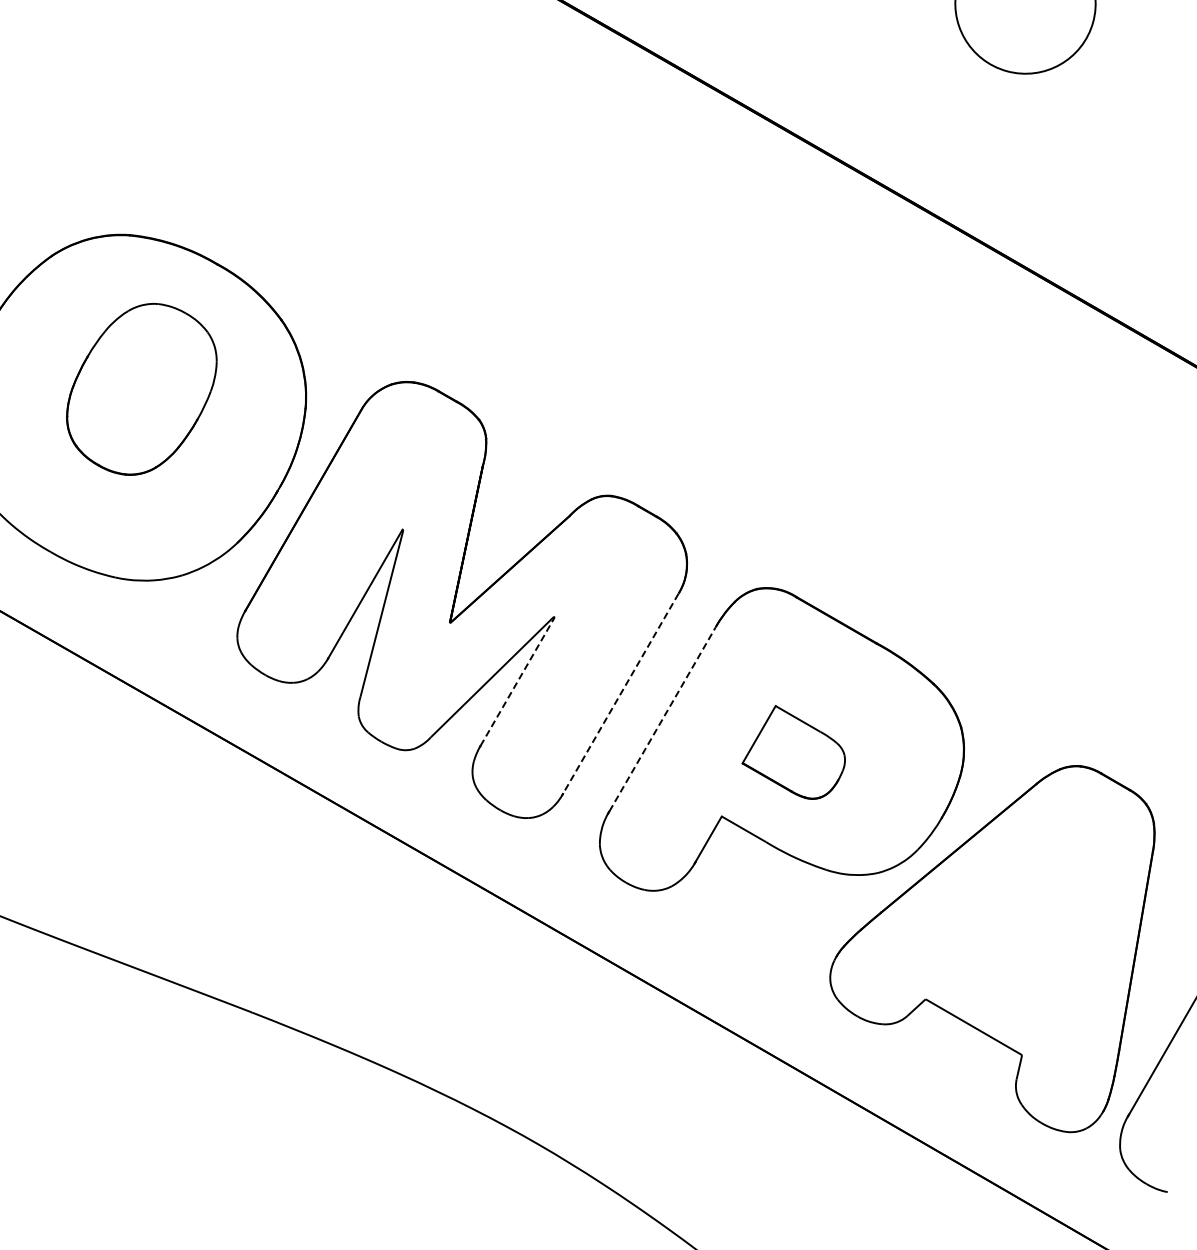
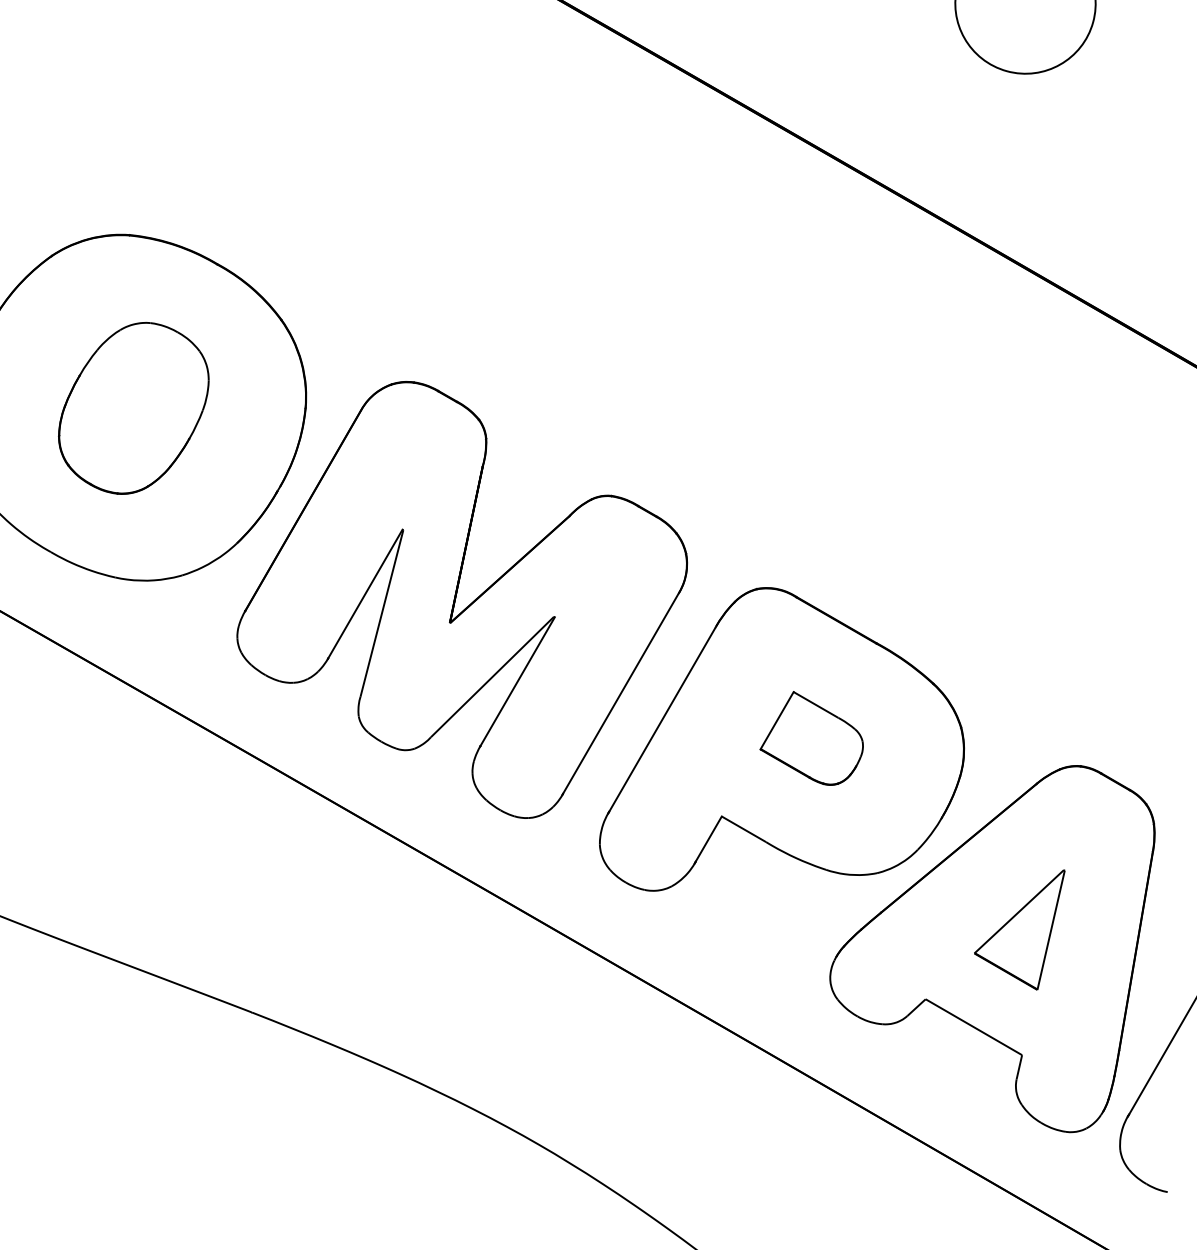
part at (141, 389) position: (141, 389) -> (133, 408)
line at (517, 681): dashed -> solid
line at (620, 694): dashed -> solid
line at (662, 719): dashed -> solid
part at (793, 752) position: (793, 752) -> (811, 738)
part at (1019, 929): none -> present
